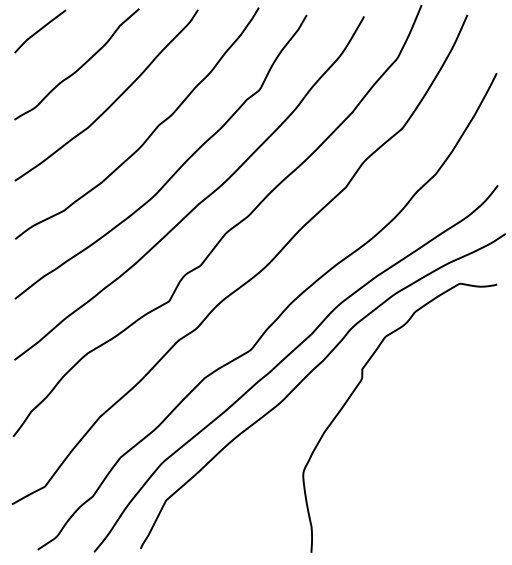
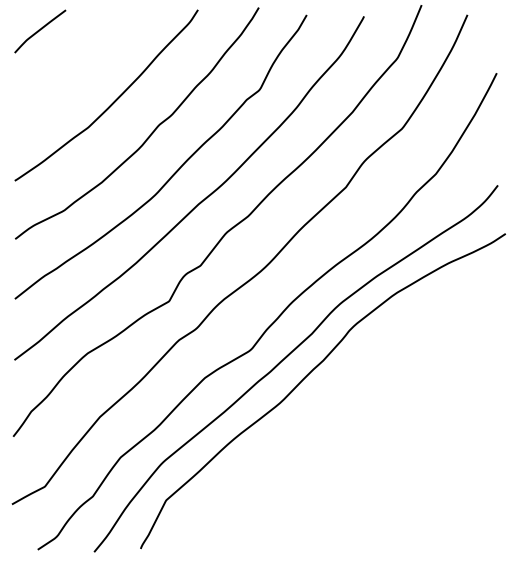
curve at (79, 67): present -> none
curve at (356, 389): present -> none
